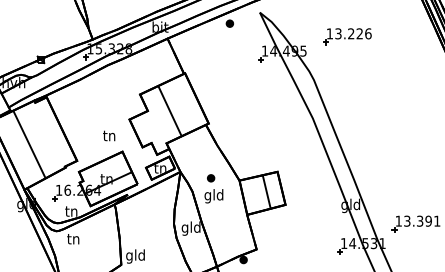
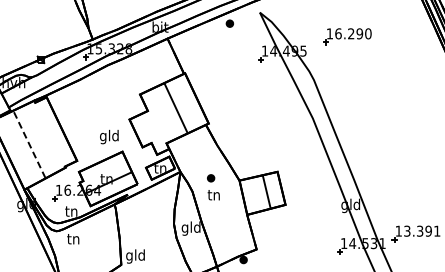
text at (353, 33): 13.226 -> 16.290
line at (169, 110) position: (169, 110) -> (175, 107)
text at (109, 136): tn -> gld
line at (29, 144): solid -> dashed
text at (213, 196): gld -> tn
part at (415, 223) position: (415, 223) -> (415, 233)
